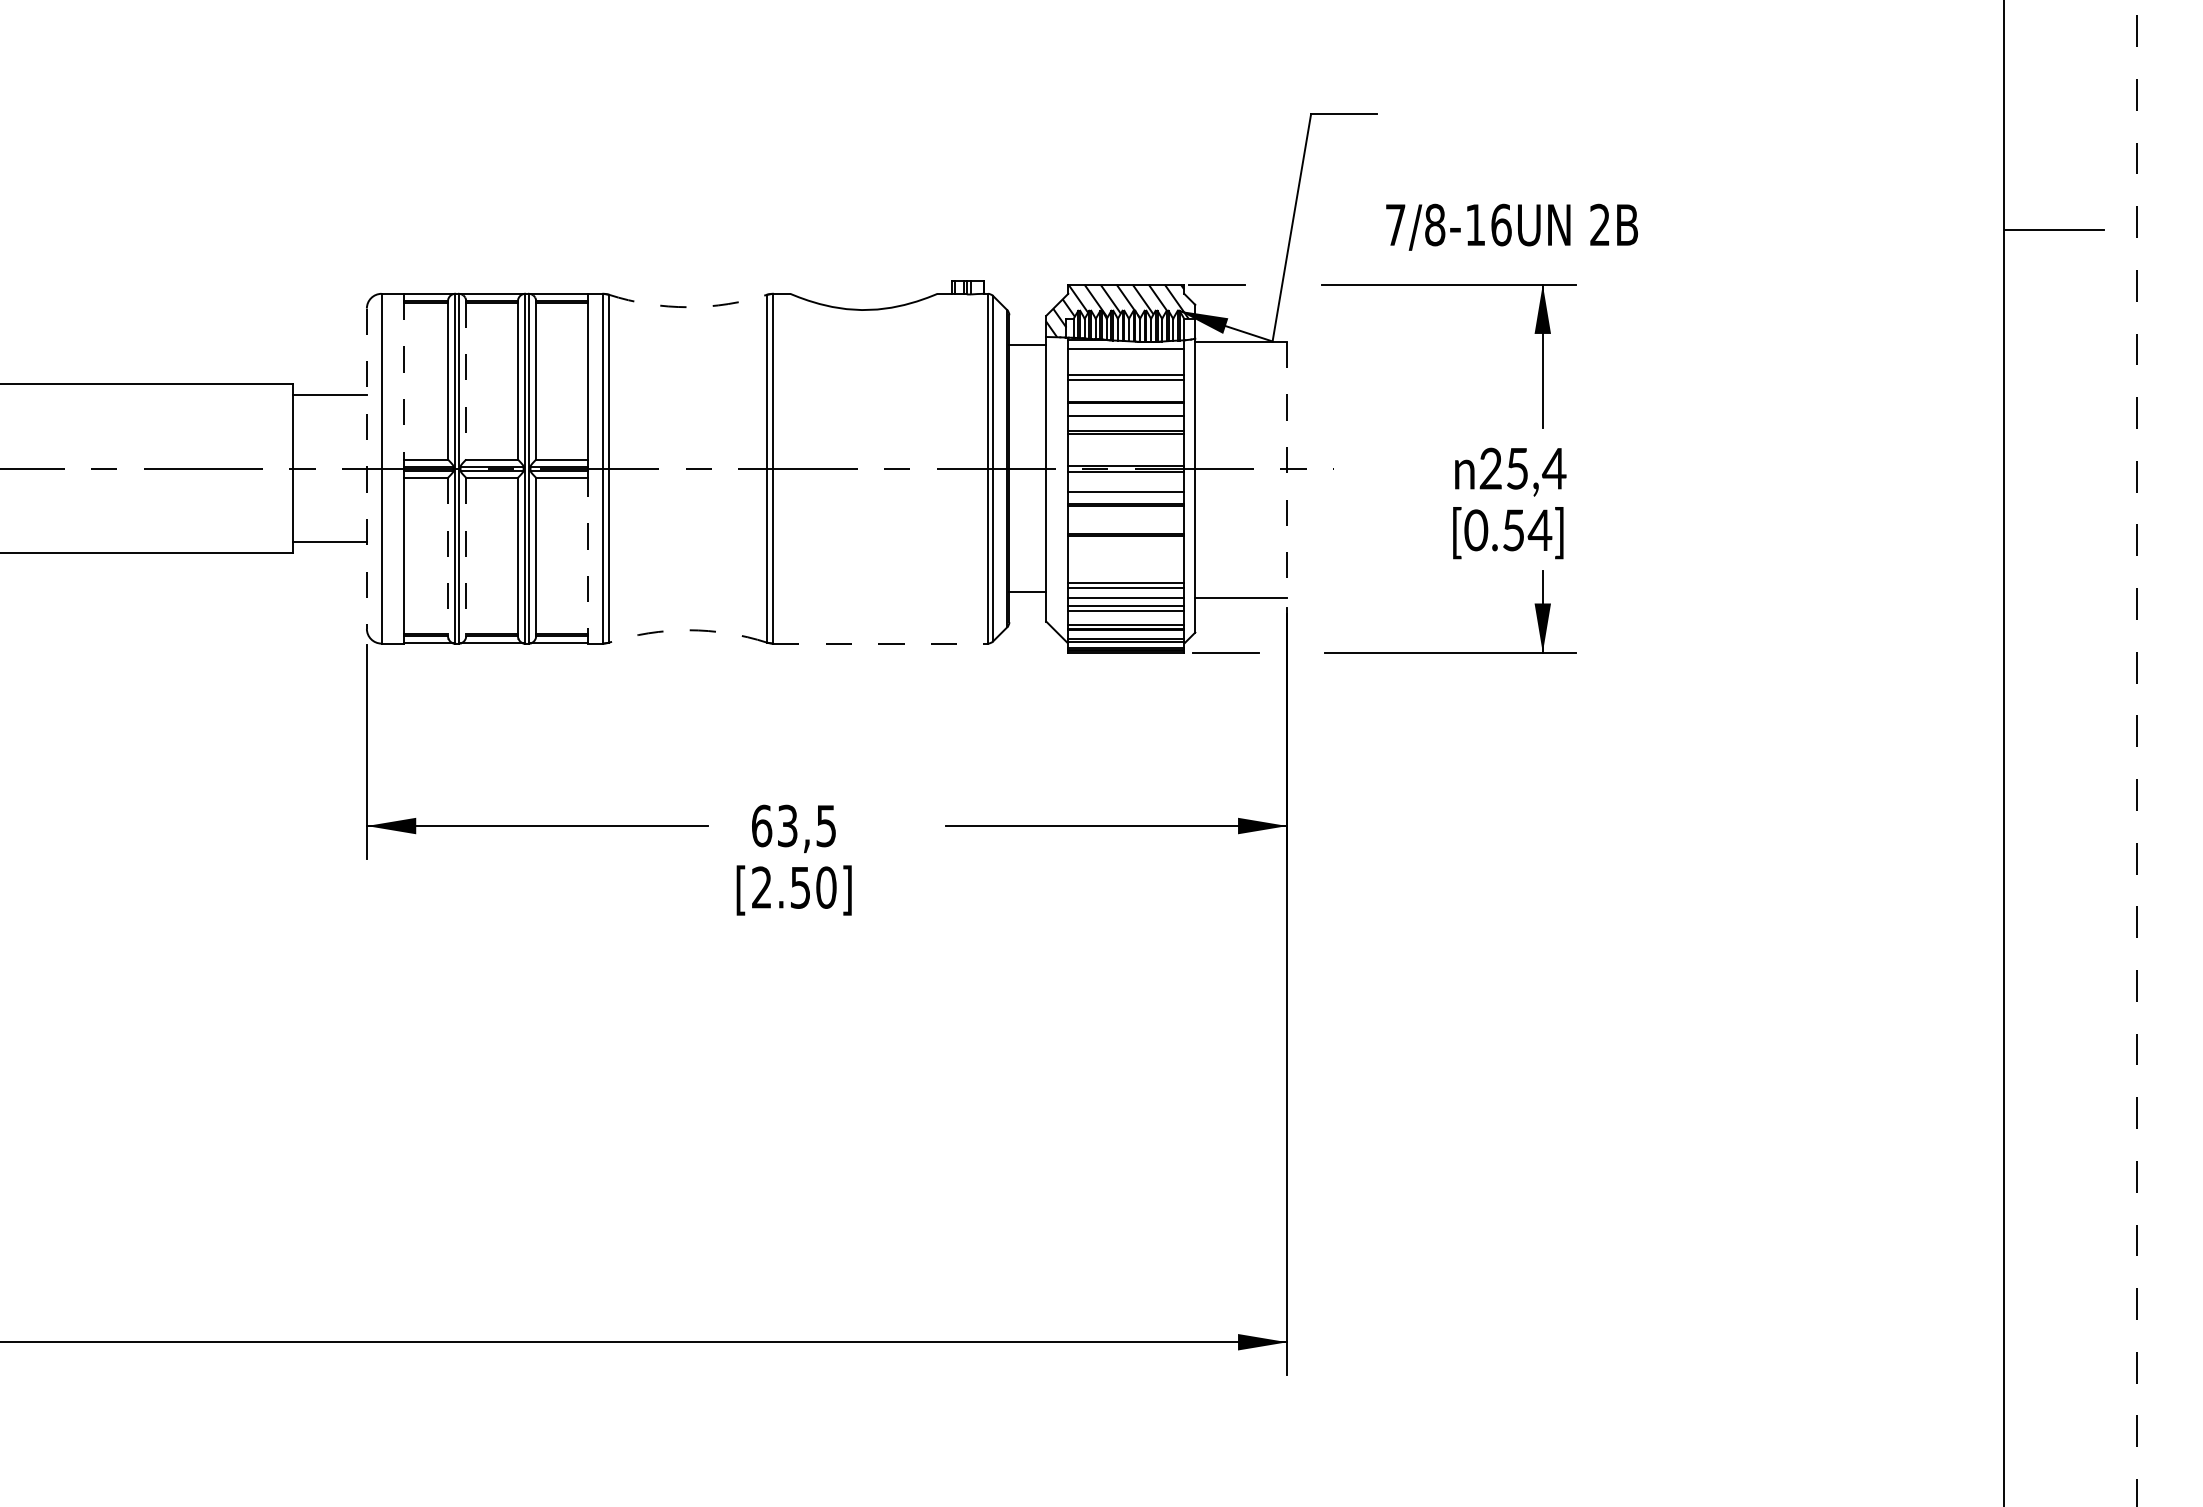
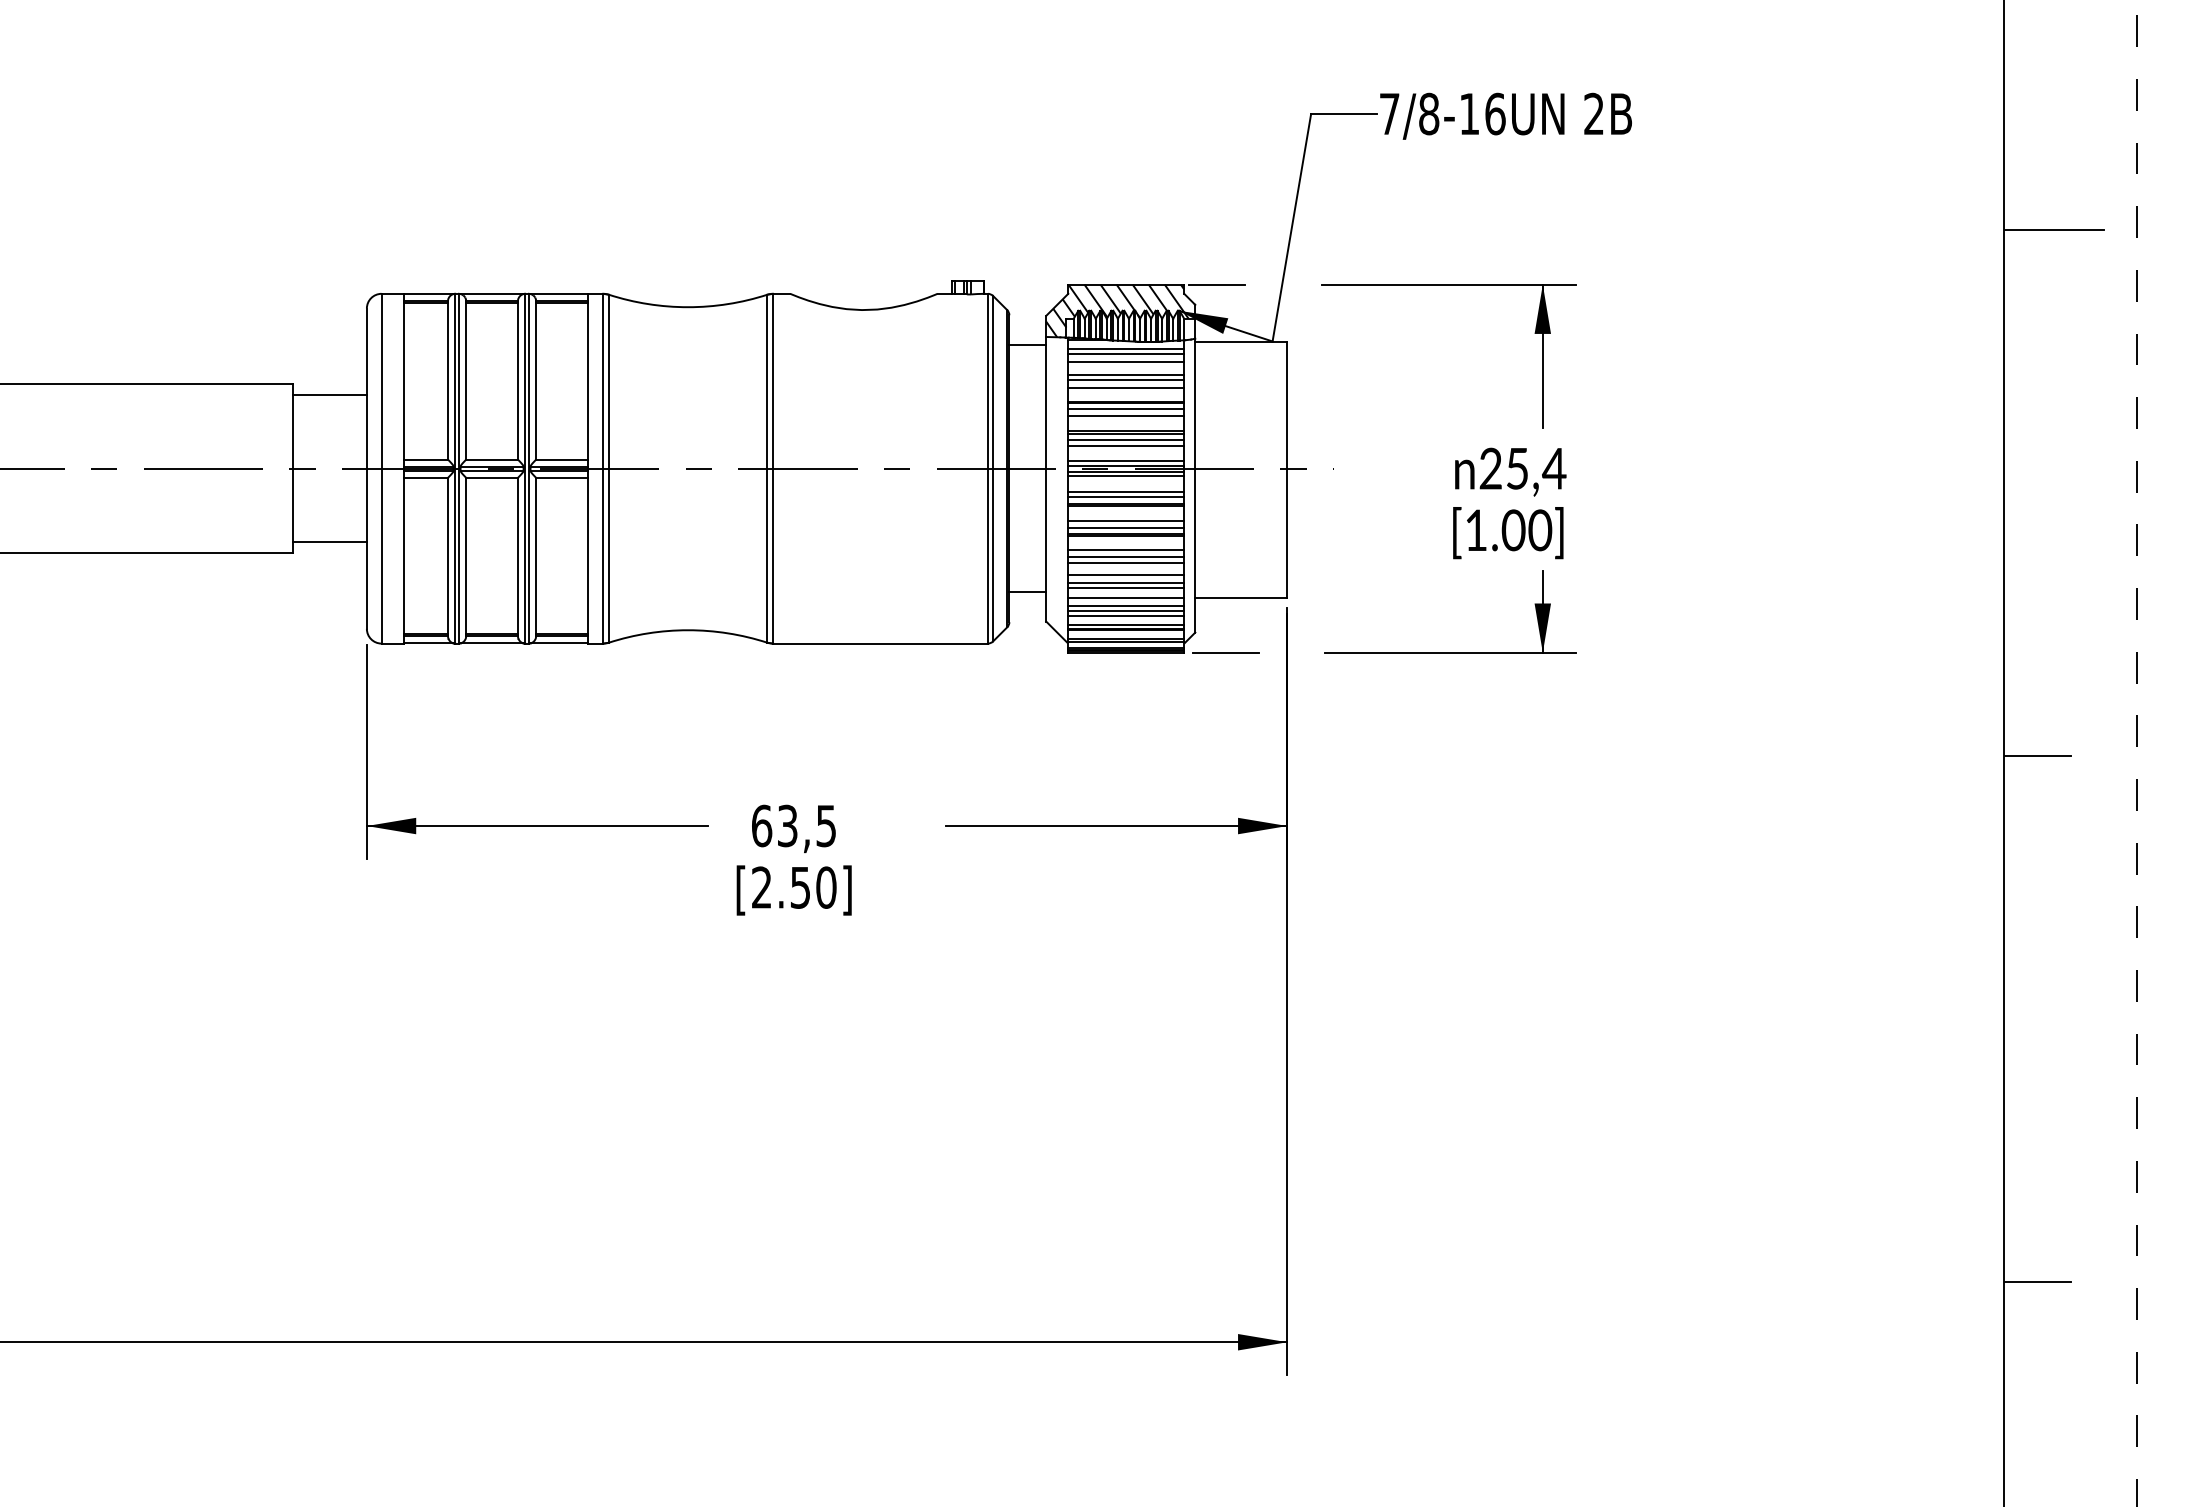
text at (1511, 226) position: (1511, 226) -> (1505, 115)
arc at (688, 307): dashed -> solid
line at (1126, 354): none -> present
line at (1126, 362): none -> present
line at (403, 380): dashed -> solid
line at (466, 380): dashed -> solid
line at (1126, 387): none -> present
line at (1126, 409): none -> present
line at (1126, 440): none -> present
line at (1126, 445): none -> present
line at (1126, 461): none -> present
line at (366, 469): dashed -> solid
line at (1287, 469): dashed -> solid
line at (1126, 476): none -> present
line at (1126, 497): none -> present
line at (1126, 521): none -> present
line at (1126, 528): none -> present
text at (1508, 530): [0.54] -> [1.00]
line at (1126, 549): none -> present
line at (447, 557): dashed -> solid
line at (466, 557): dashed -> solid
line at (587, 557): dashed -> solid
line at (1126, 557): none -> present
line at (1126, 562): none -> present
line at (1126, 575): none -> present
line at (1126, 616): none -> present
arc at (688, 630): dashed -> solid
line at (880, 643): dashed -> solid
line at (2038, 756): none -> present
line at (2038, 1282): none -> present
